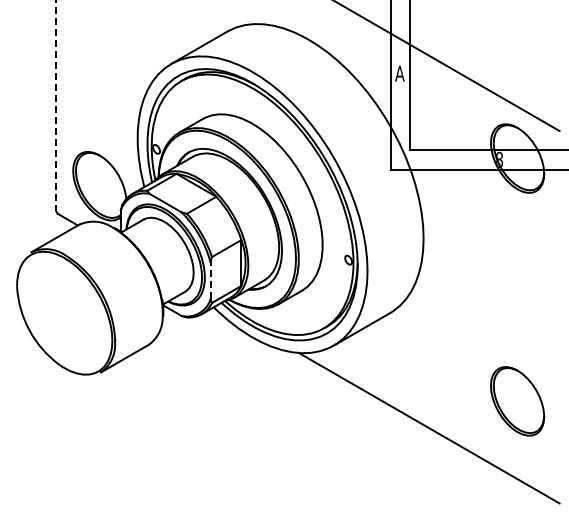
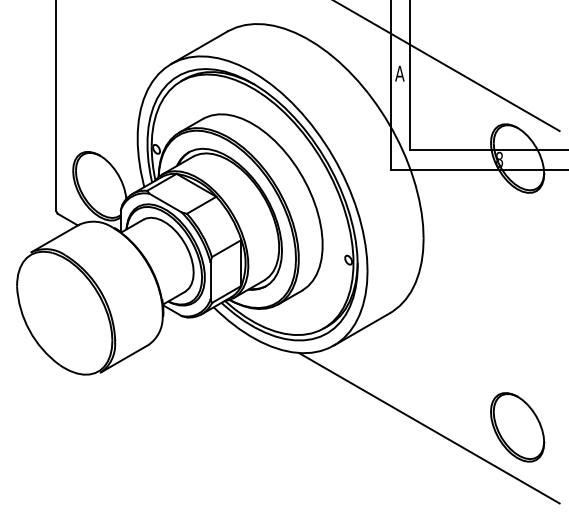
line at (56, 106): dashed -> solid
line at (210, 280): dashed -> solid
part at (517, 401) position: (517, 401) -> (517, 427)
